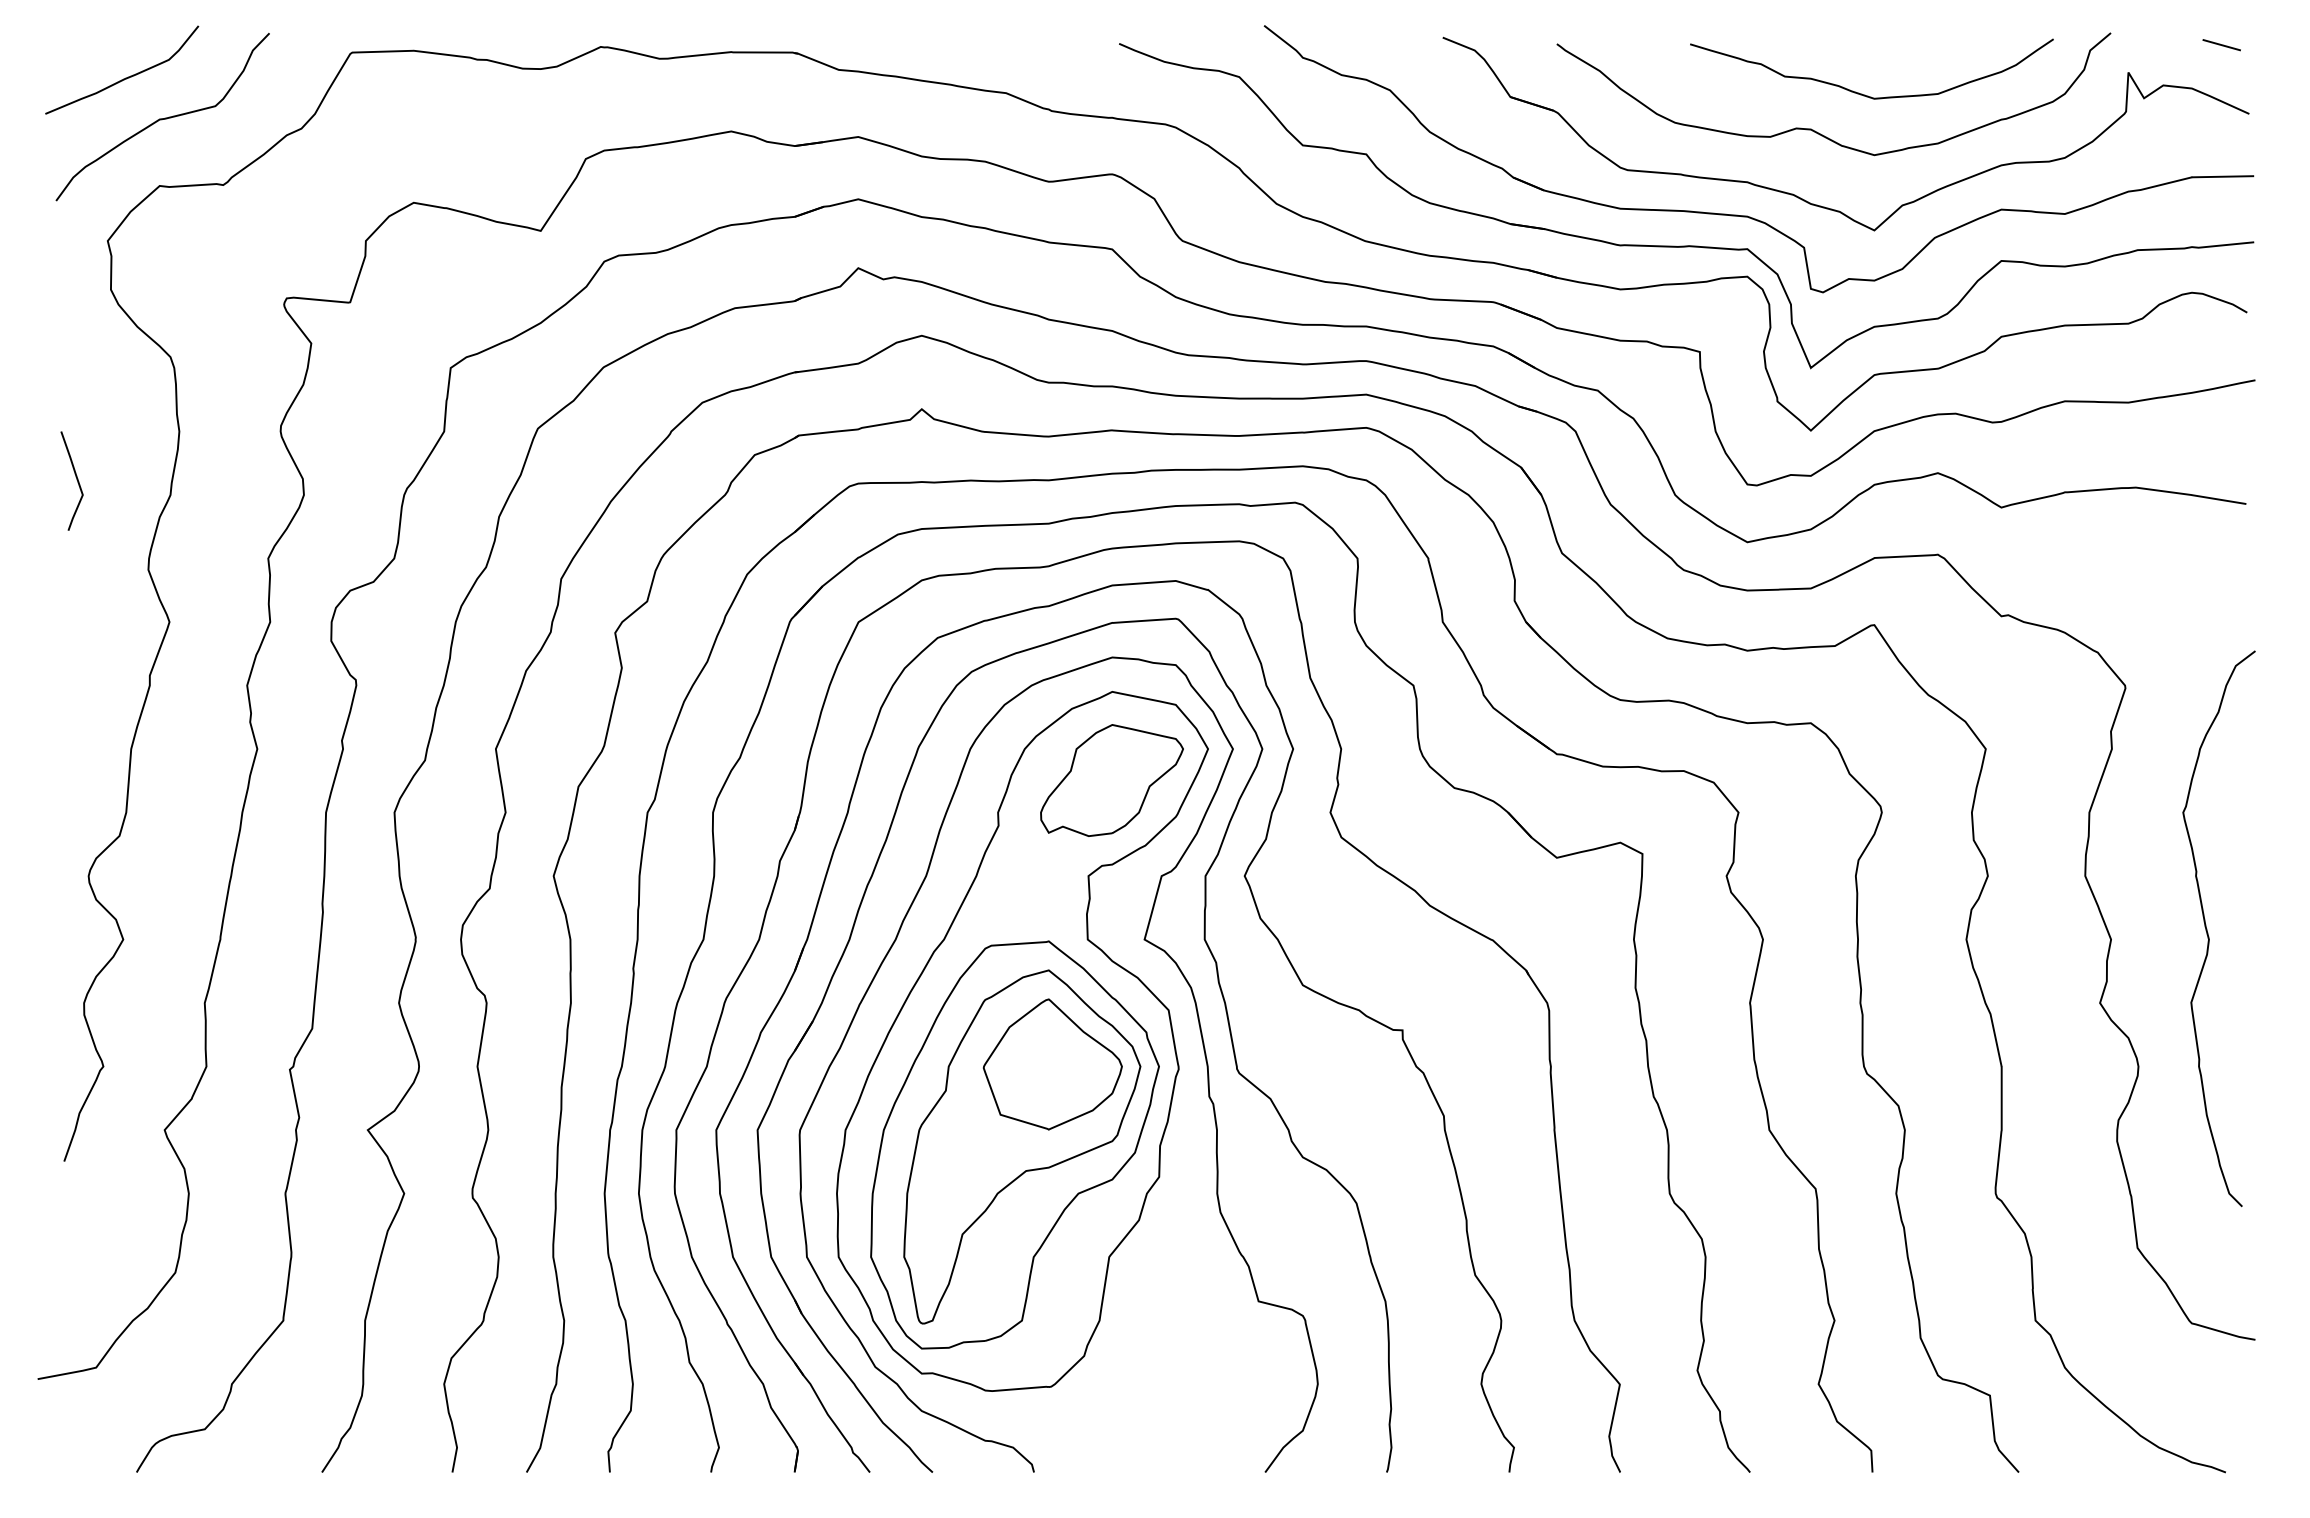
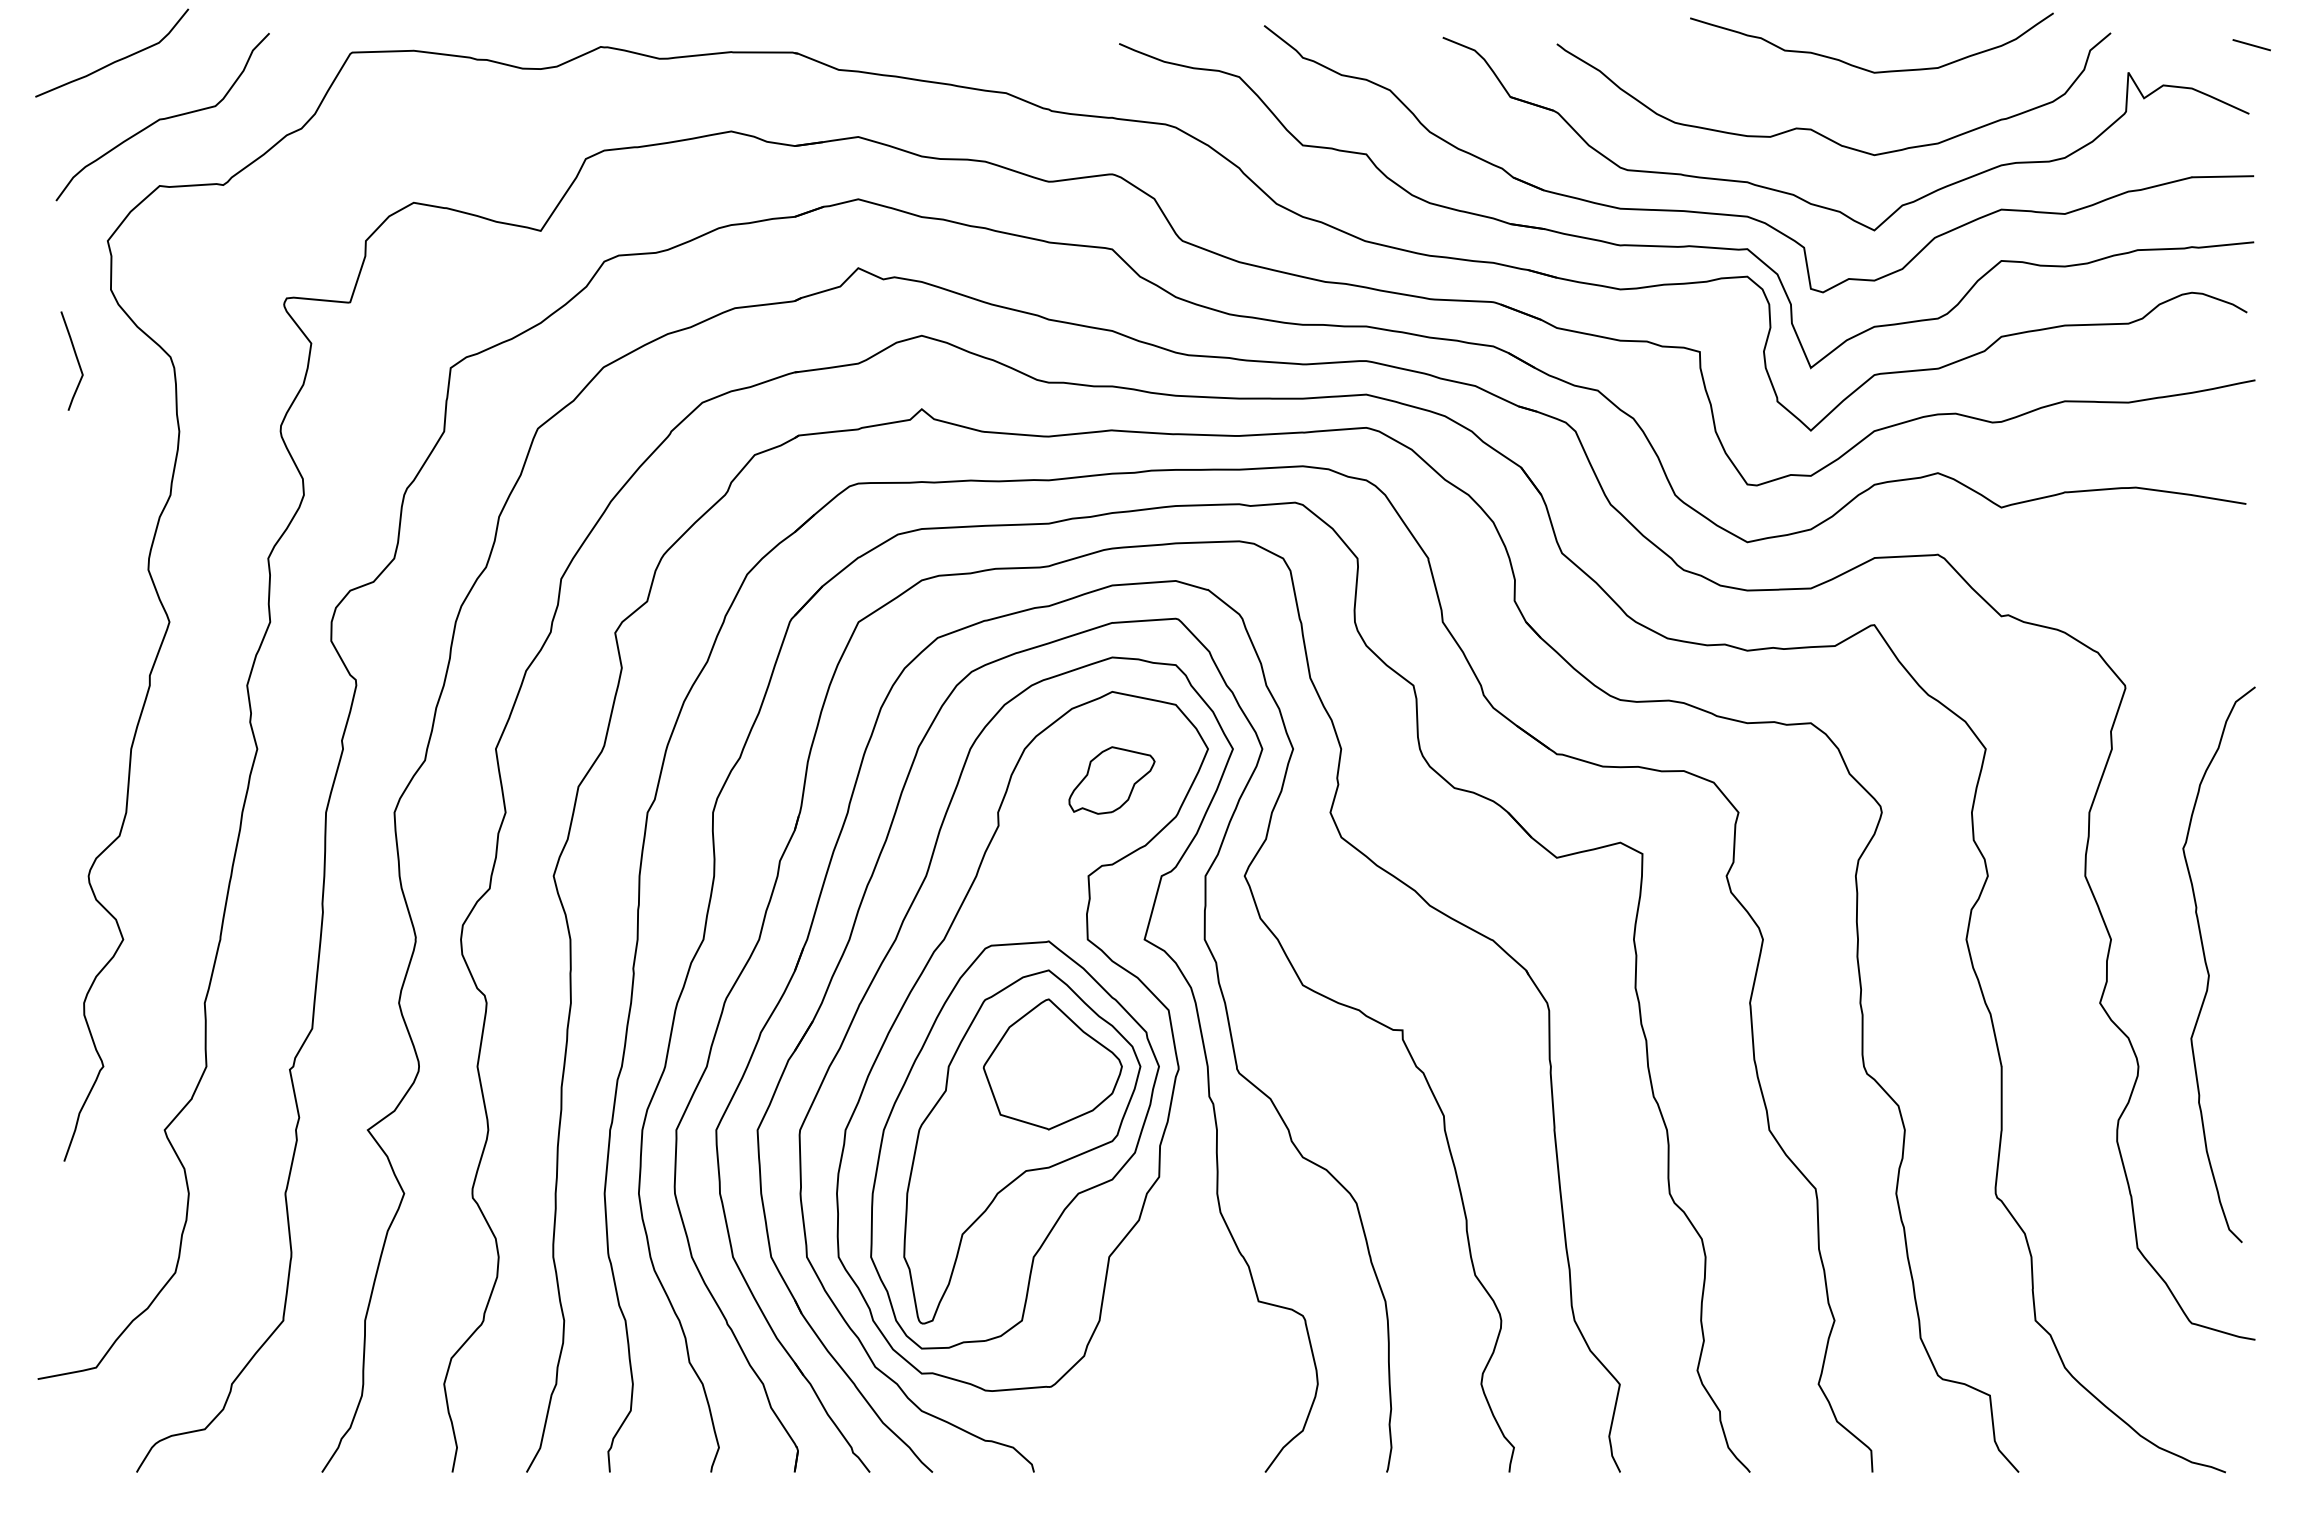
line at (2221, 45) position: (2221, 45) -> (2251, 45)
curve at (125, 77) position: (125, 77) -> (115, 60)
curve at (1865, 94) position: (1865, 94) -> (1865, 68)
curve at (75, 477) position: (75, 477) -> (75, 357)
part at (1111, 780) size: 144x113 px -> 88x69 px
curve at (2208, 932) position: (2208, 932) -> (2208, 968)
